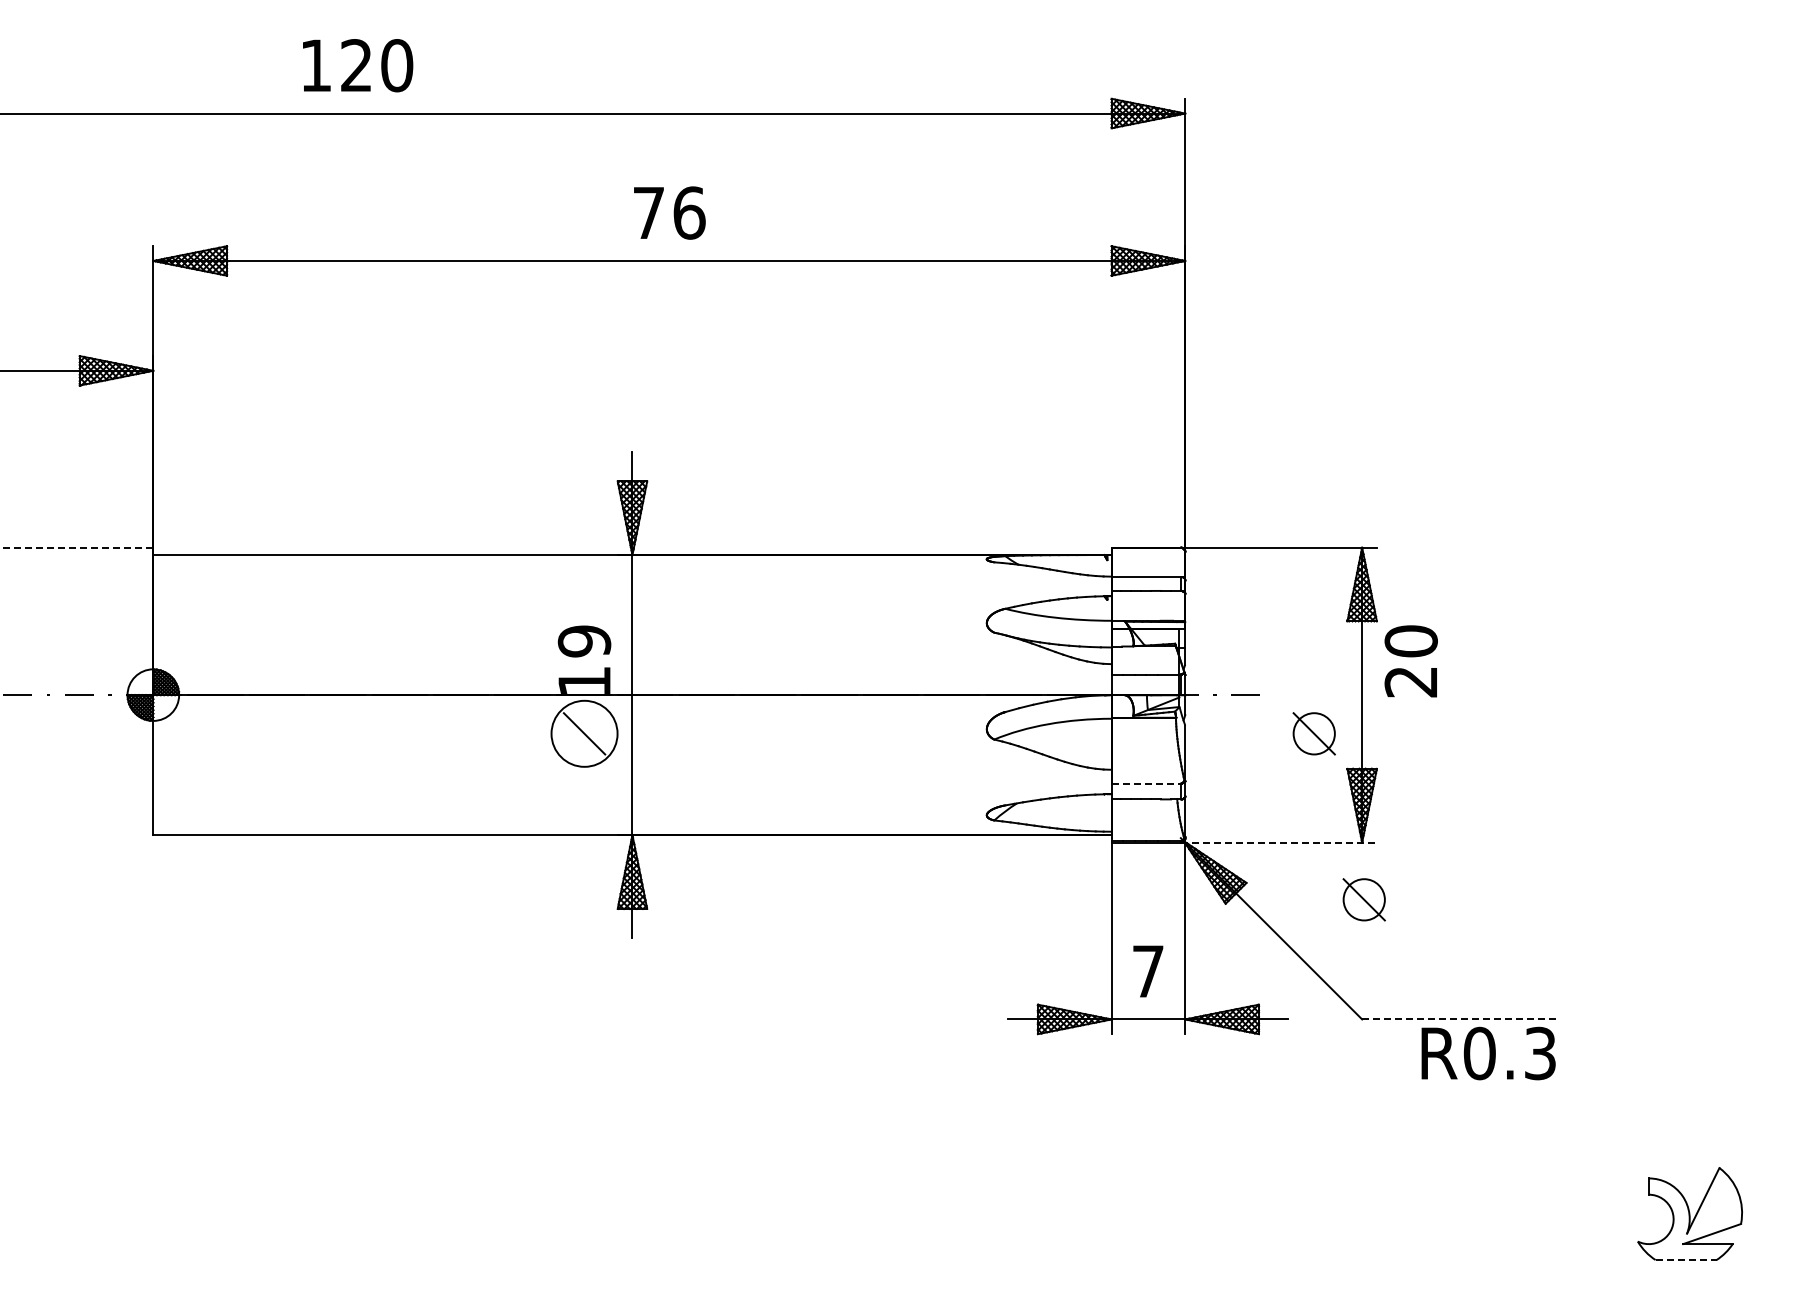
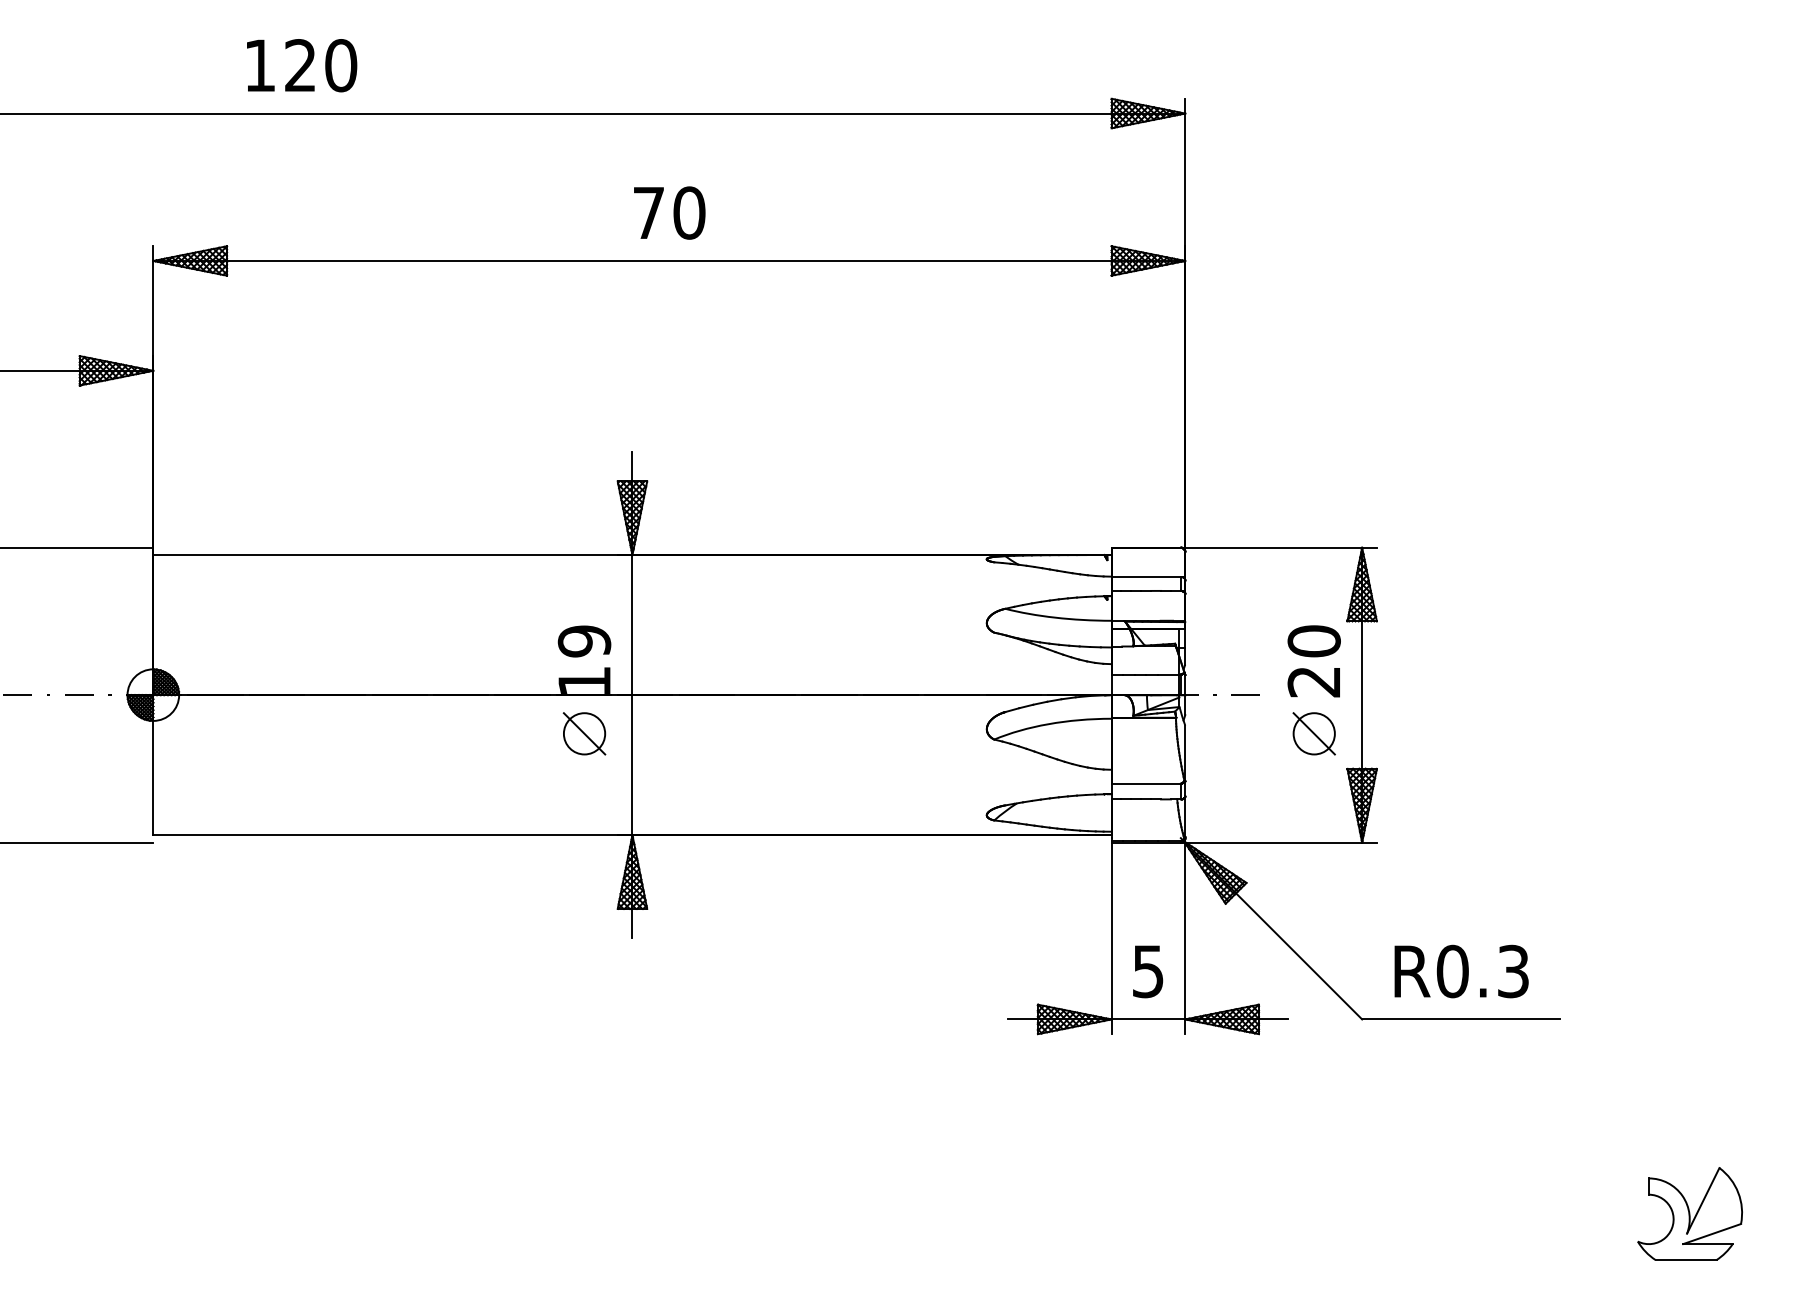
text at (358, 65) position: (358, 65) -> (302, 65)
text at (689, 212): 76 -> 70
line at (76, 547): dashed -> solid
text at (1410, 661) position: (1410, 661) -> (1313, 661)
circle at (584, 733) diameter: 66 px -> 41 px
line at (1146, 783): dashed -> solid
line at (77, 842): none -> present
line at (1279, 842): dashed -> solid
part at (1363, 899): present -> none
text at (1148, 971): 7 -> 5
line at (1461, 1019): dashed -> solid
text at (1488, 1053) position: (1488, 1053) -> (1461, 971)
line at (1686, 1260): dashed -> solid
